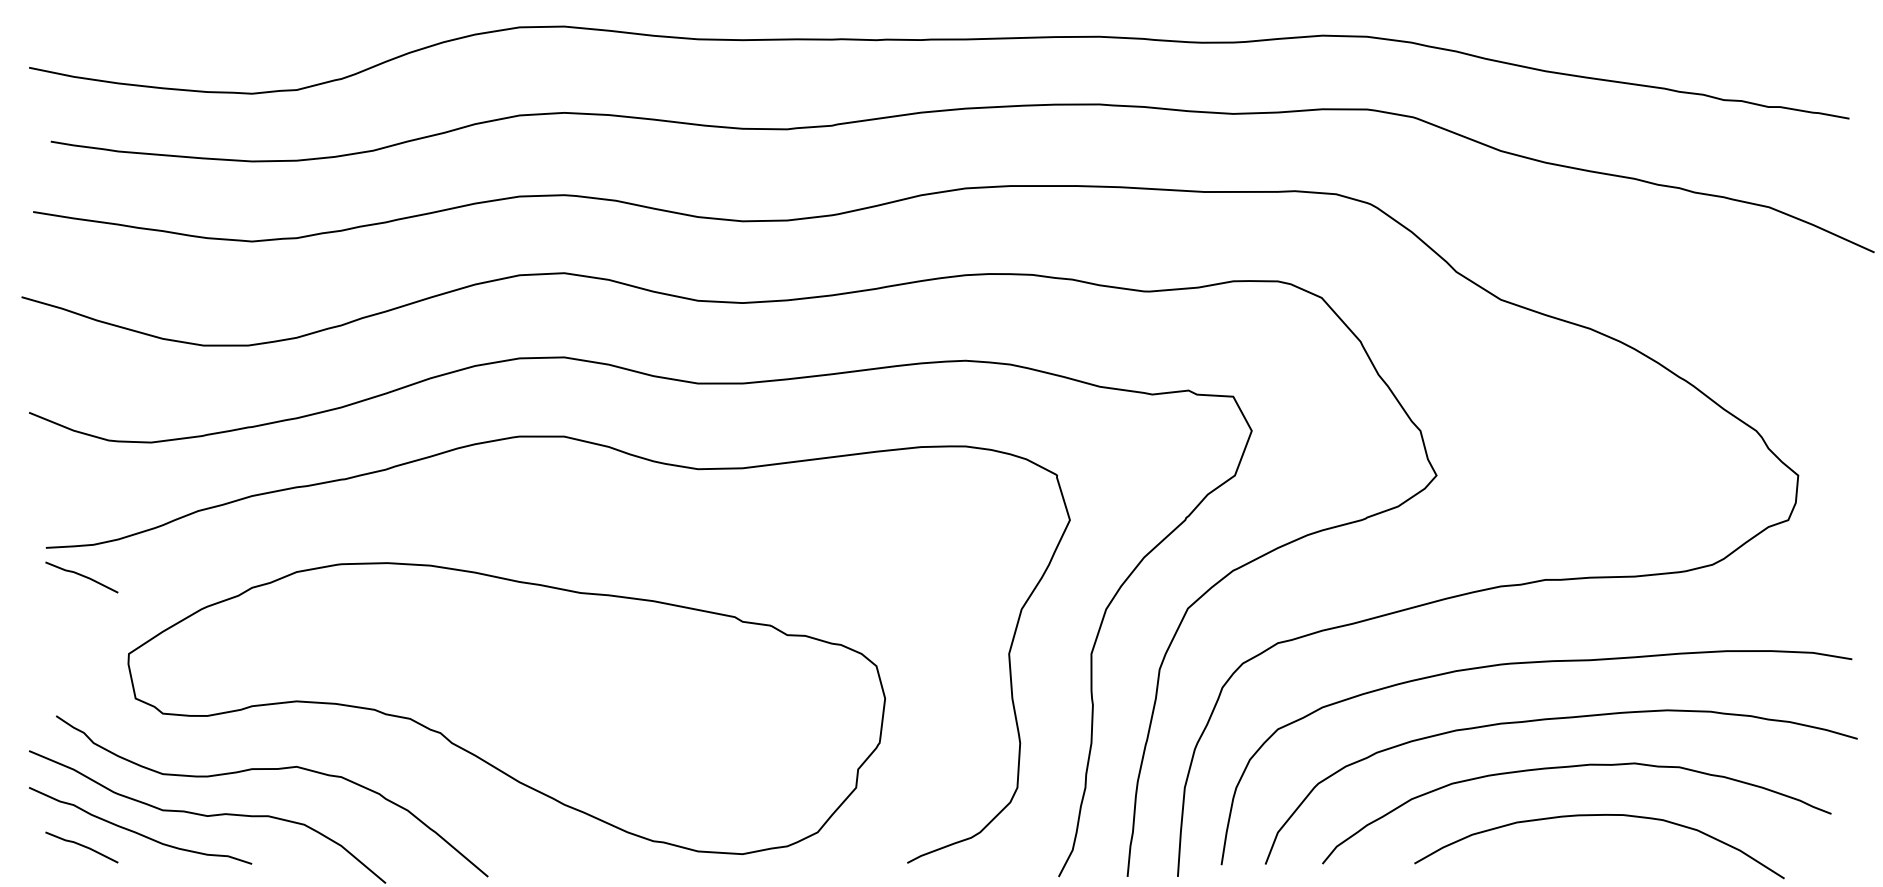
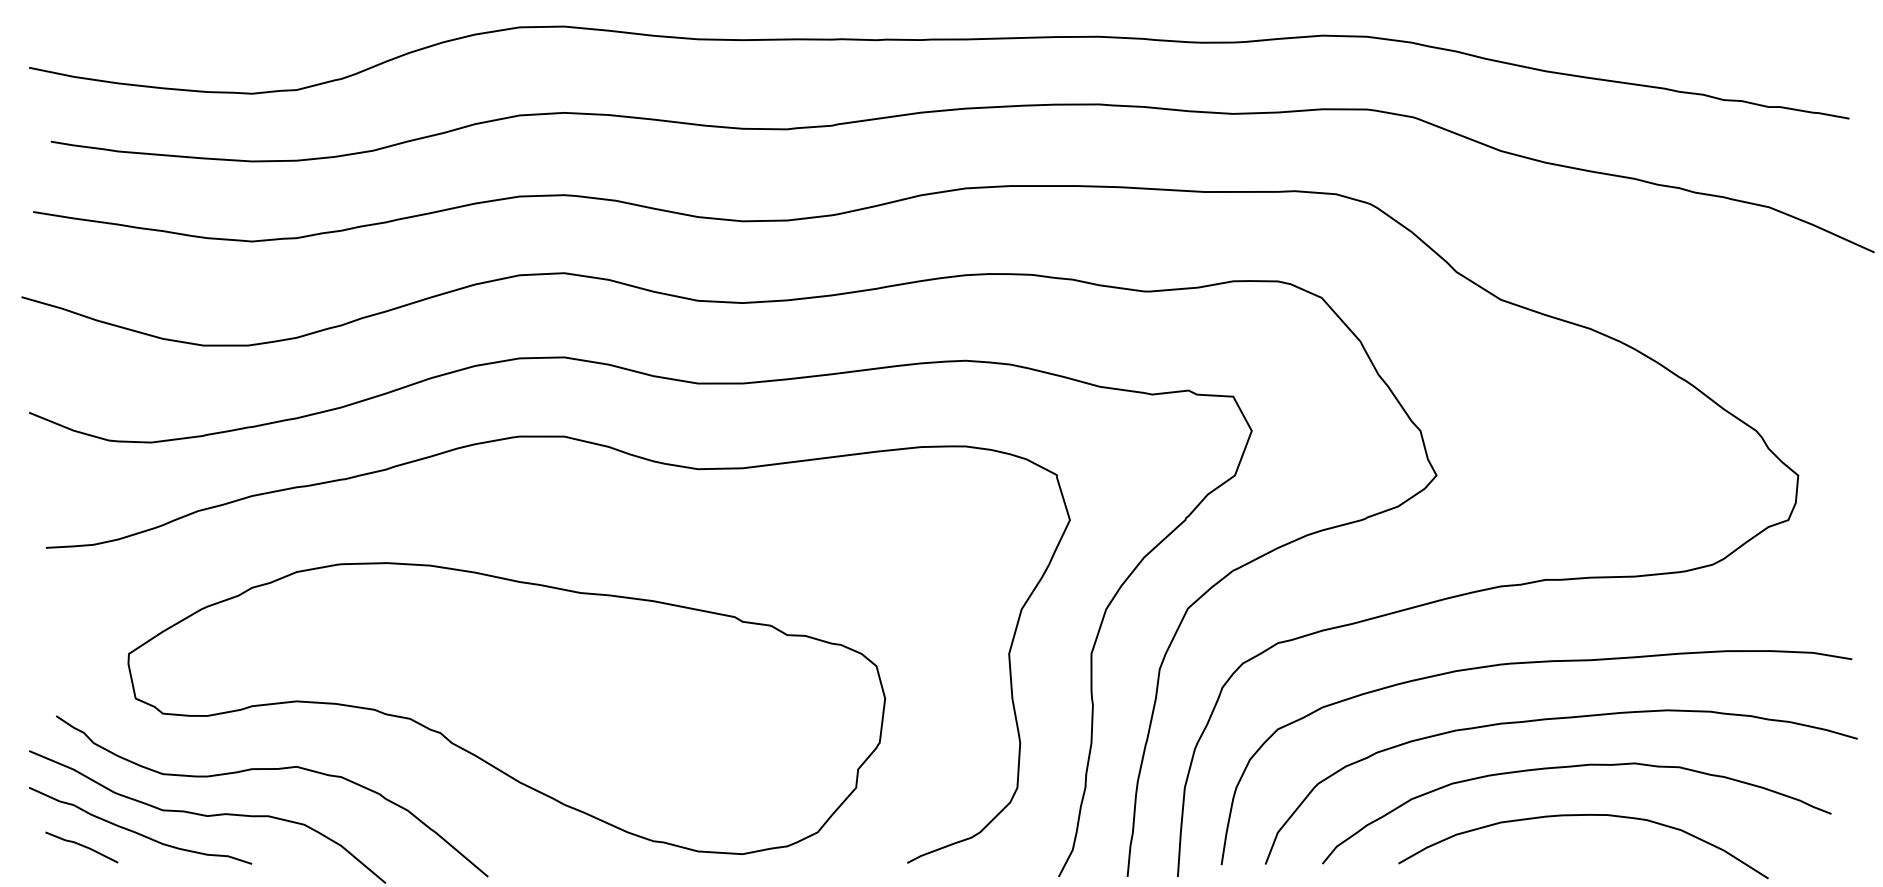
line at (81, 576): present -> none
curve at (1599, 815) position: (1599, 815) -> (1583, 815)
